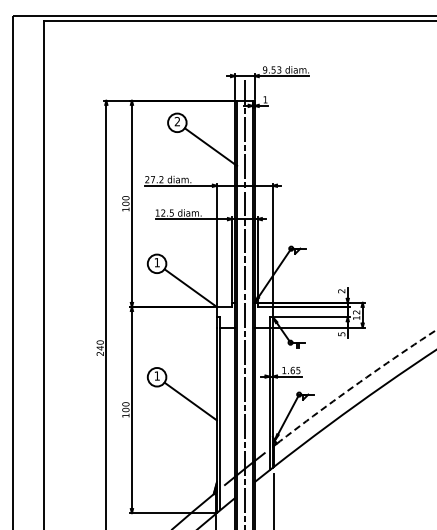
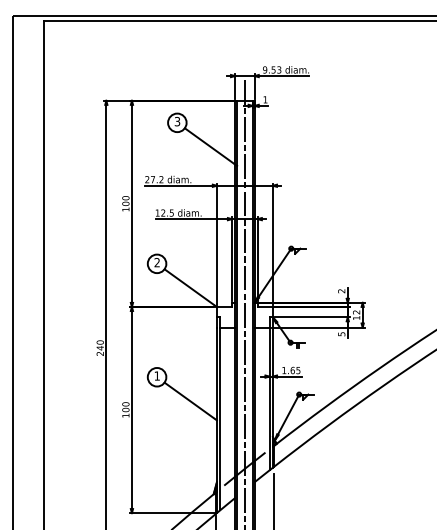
text at (177, 121): 2 -> 3
text at (156, 262): 1 -> 2
arc at (354, 386): dashed -> solid
